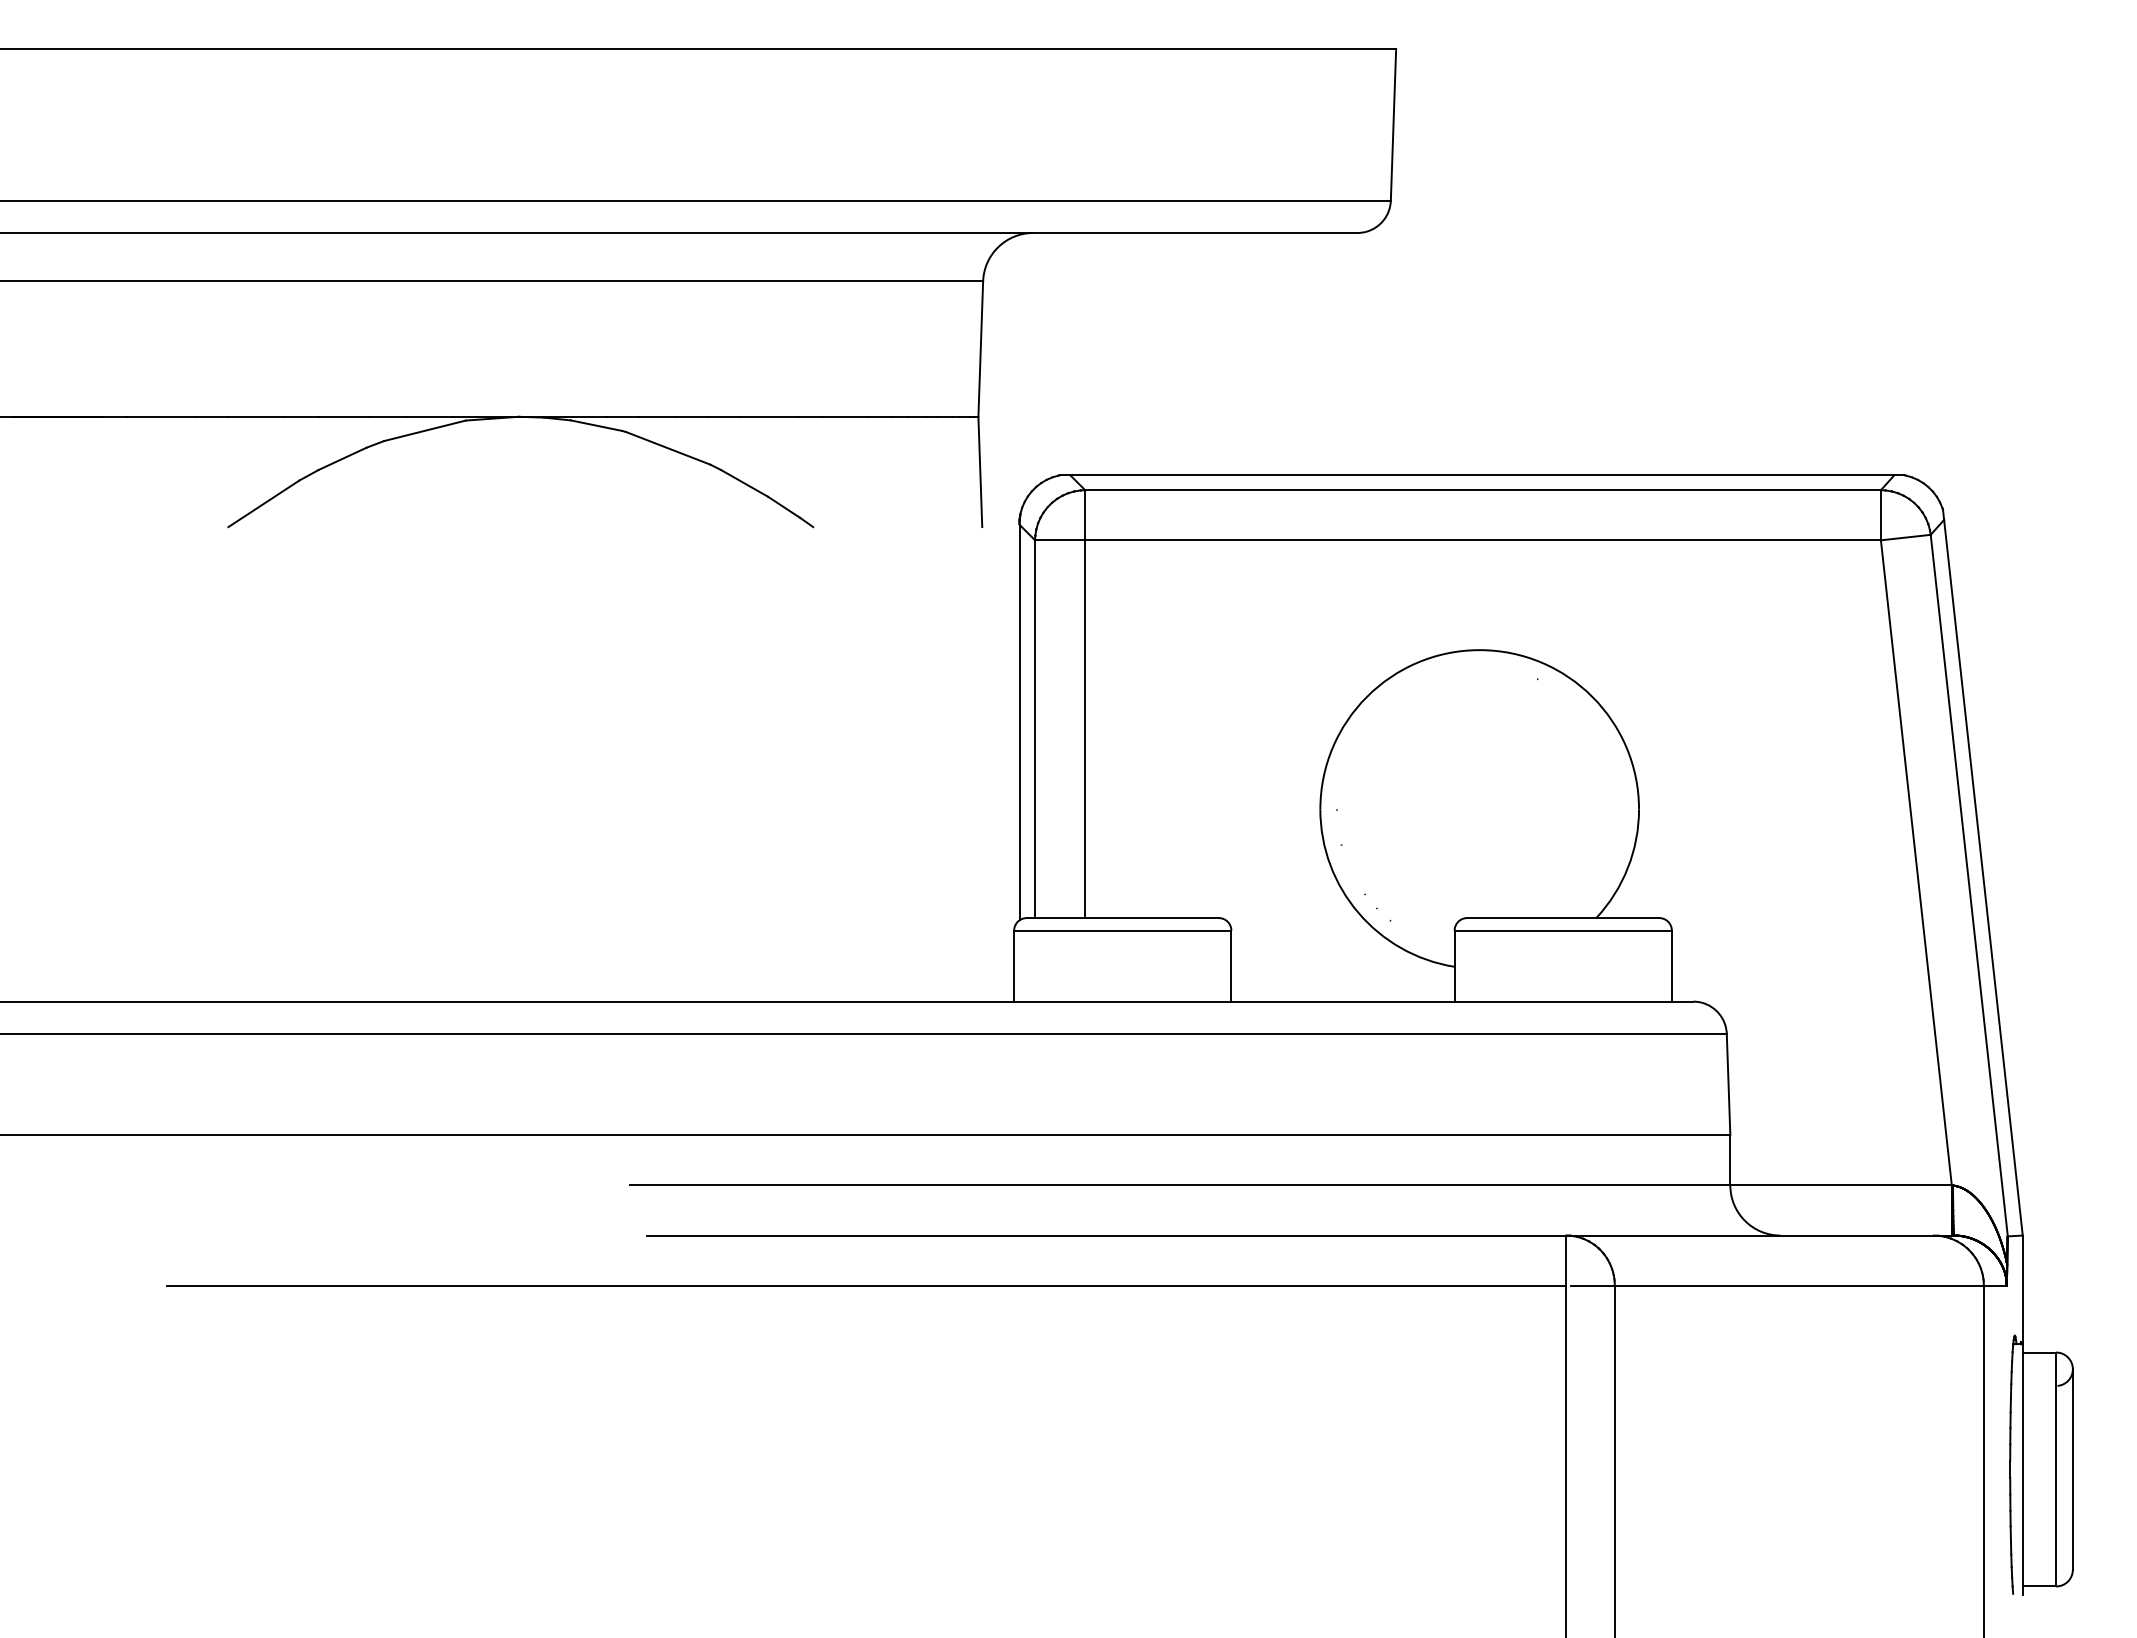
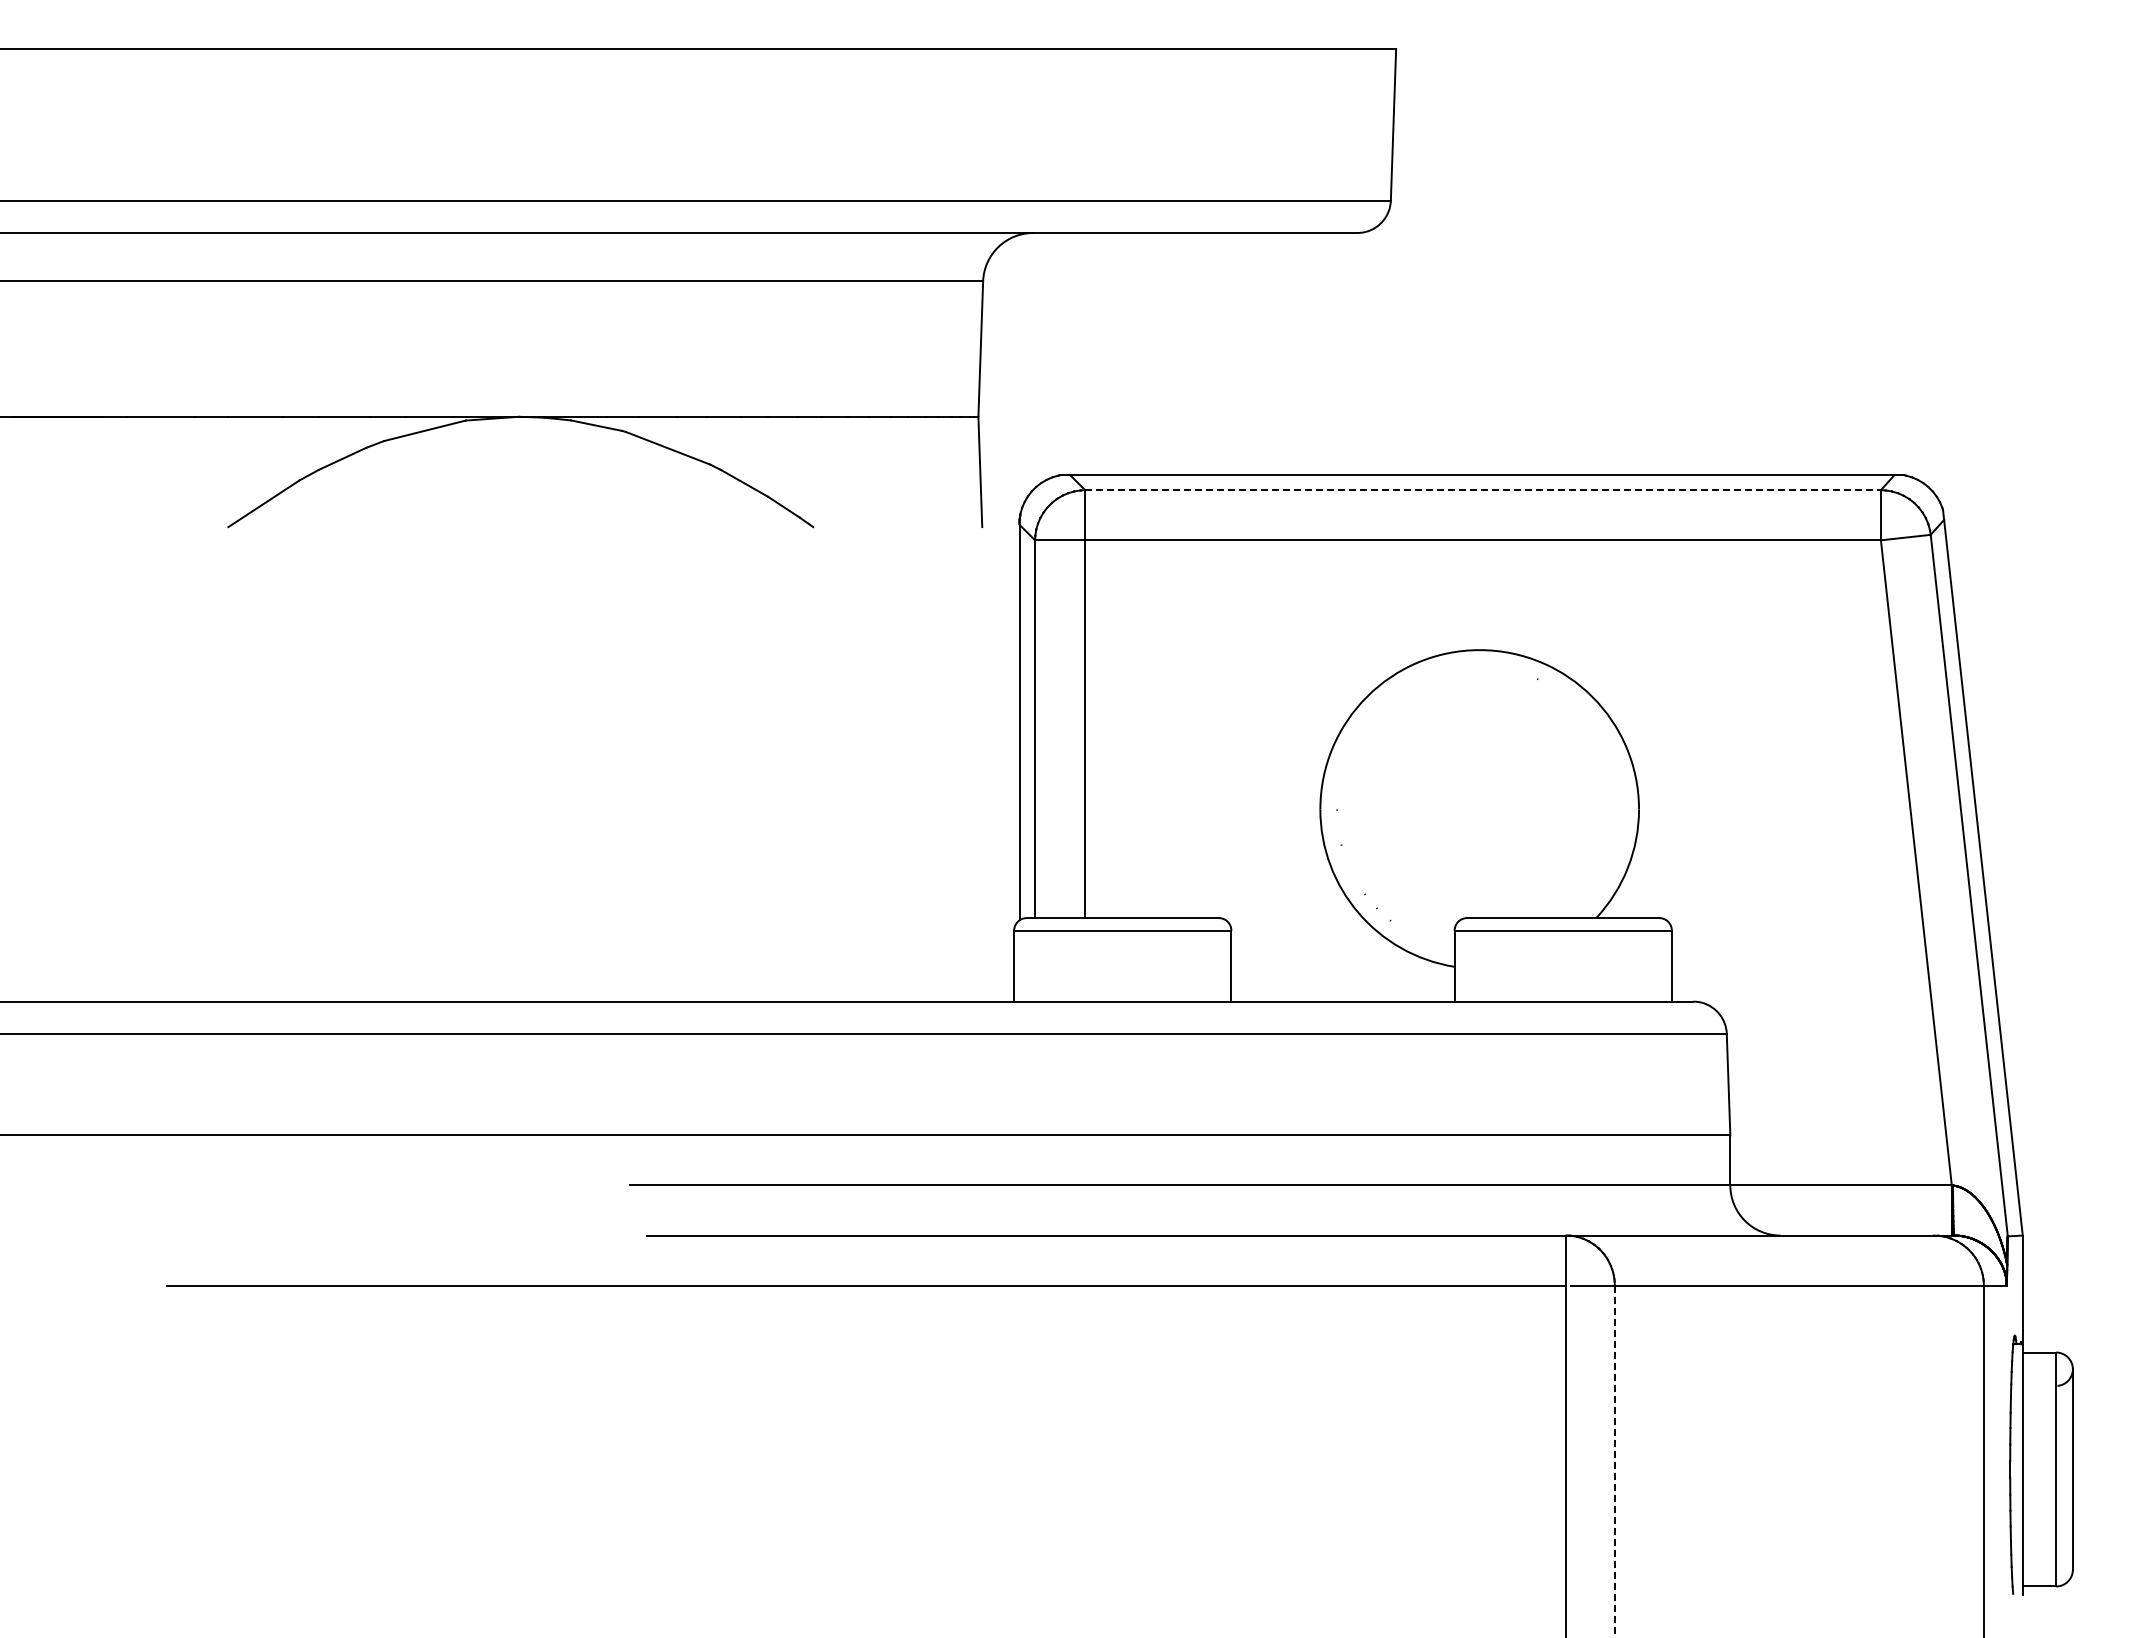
line at (1483, 490): solid -> dashed
line at (1614, 1461): solid -> dashed
